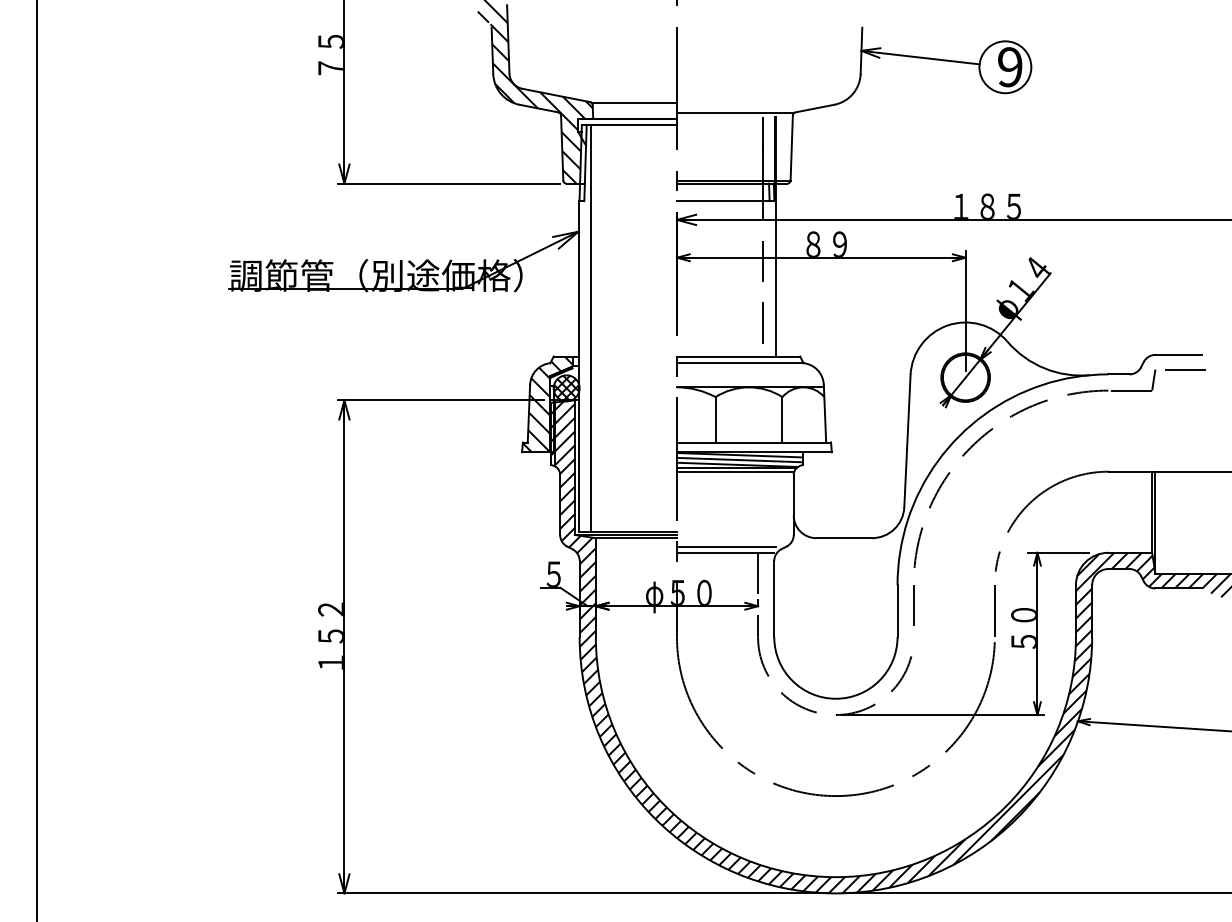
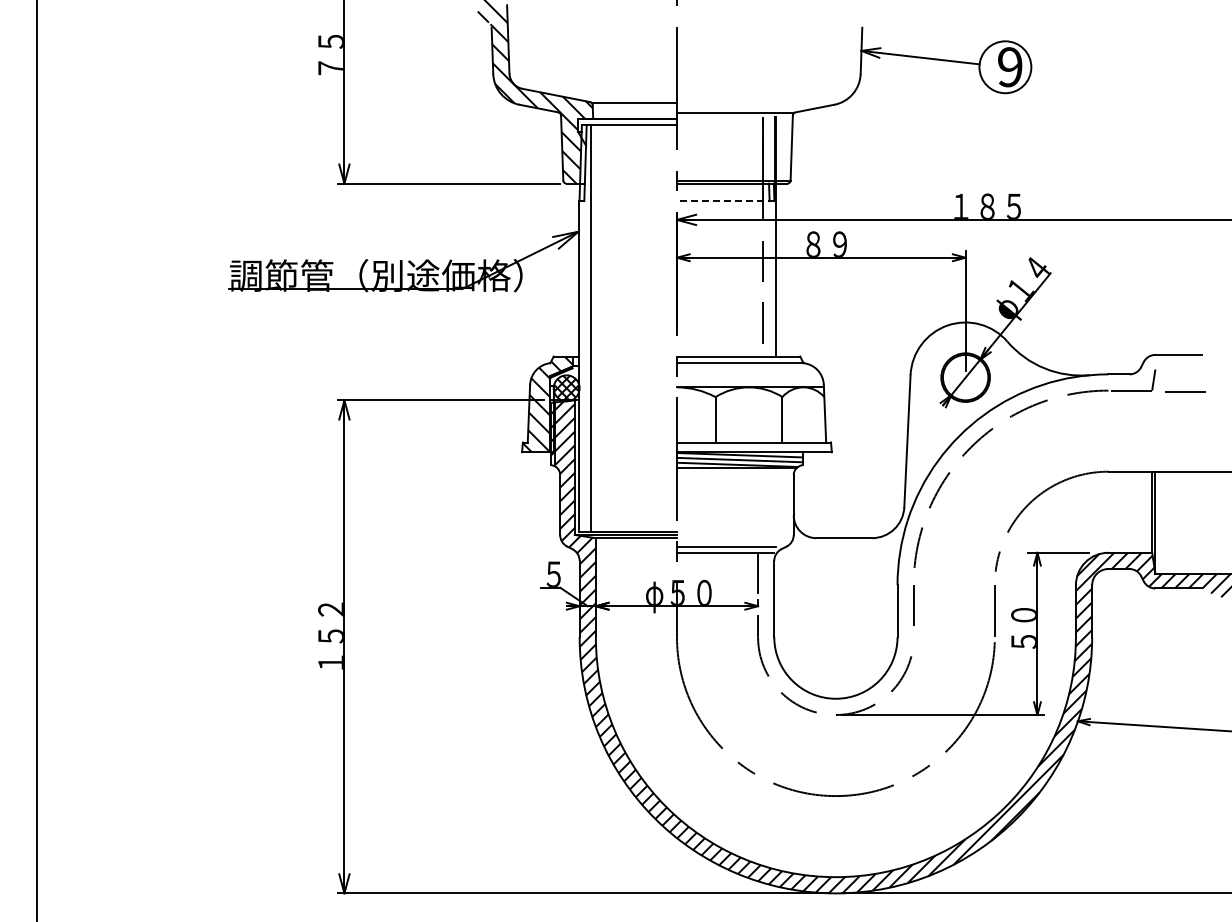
line at (725, 201): solid -> dashed
line at (1185, 369) position: (1185, 369) -> (1185, 391)
line at (734, 471): present -> none
